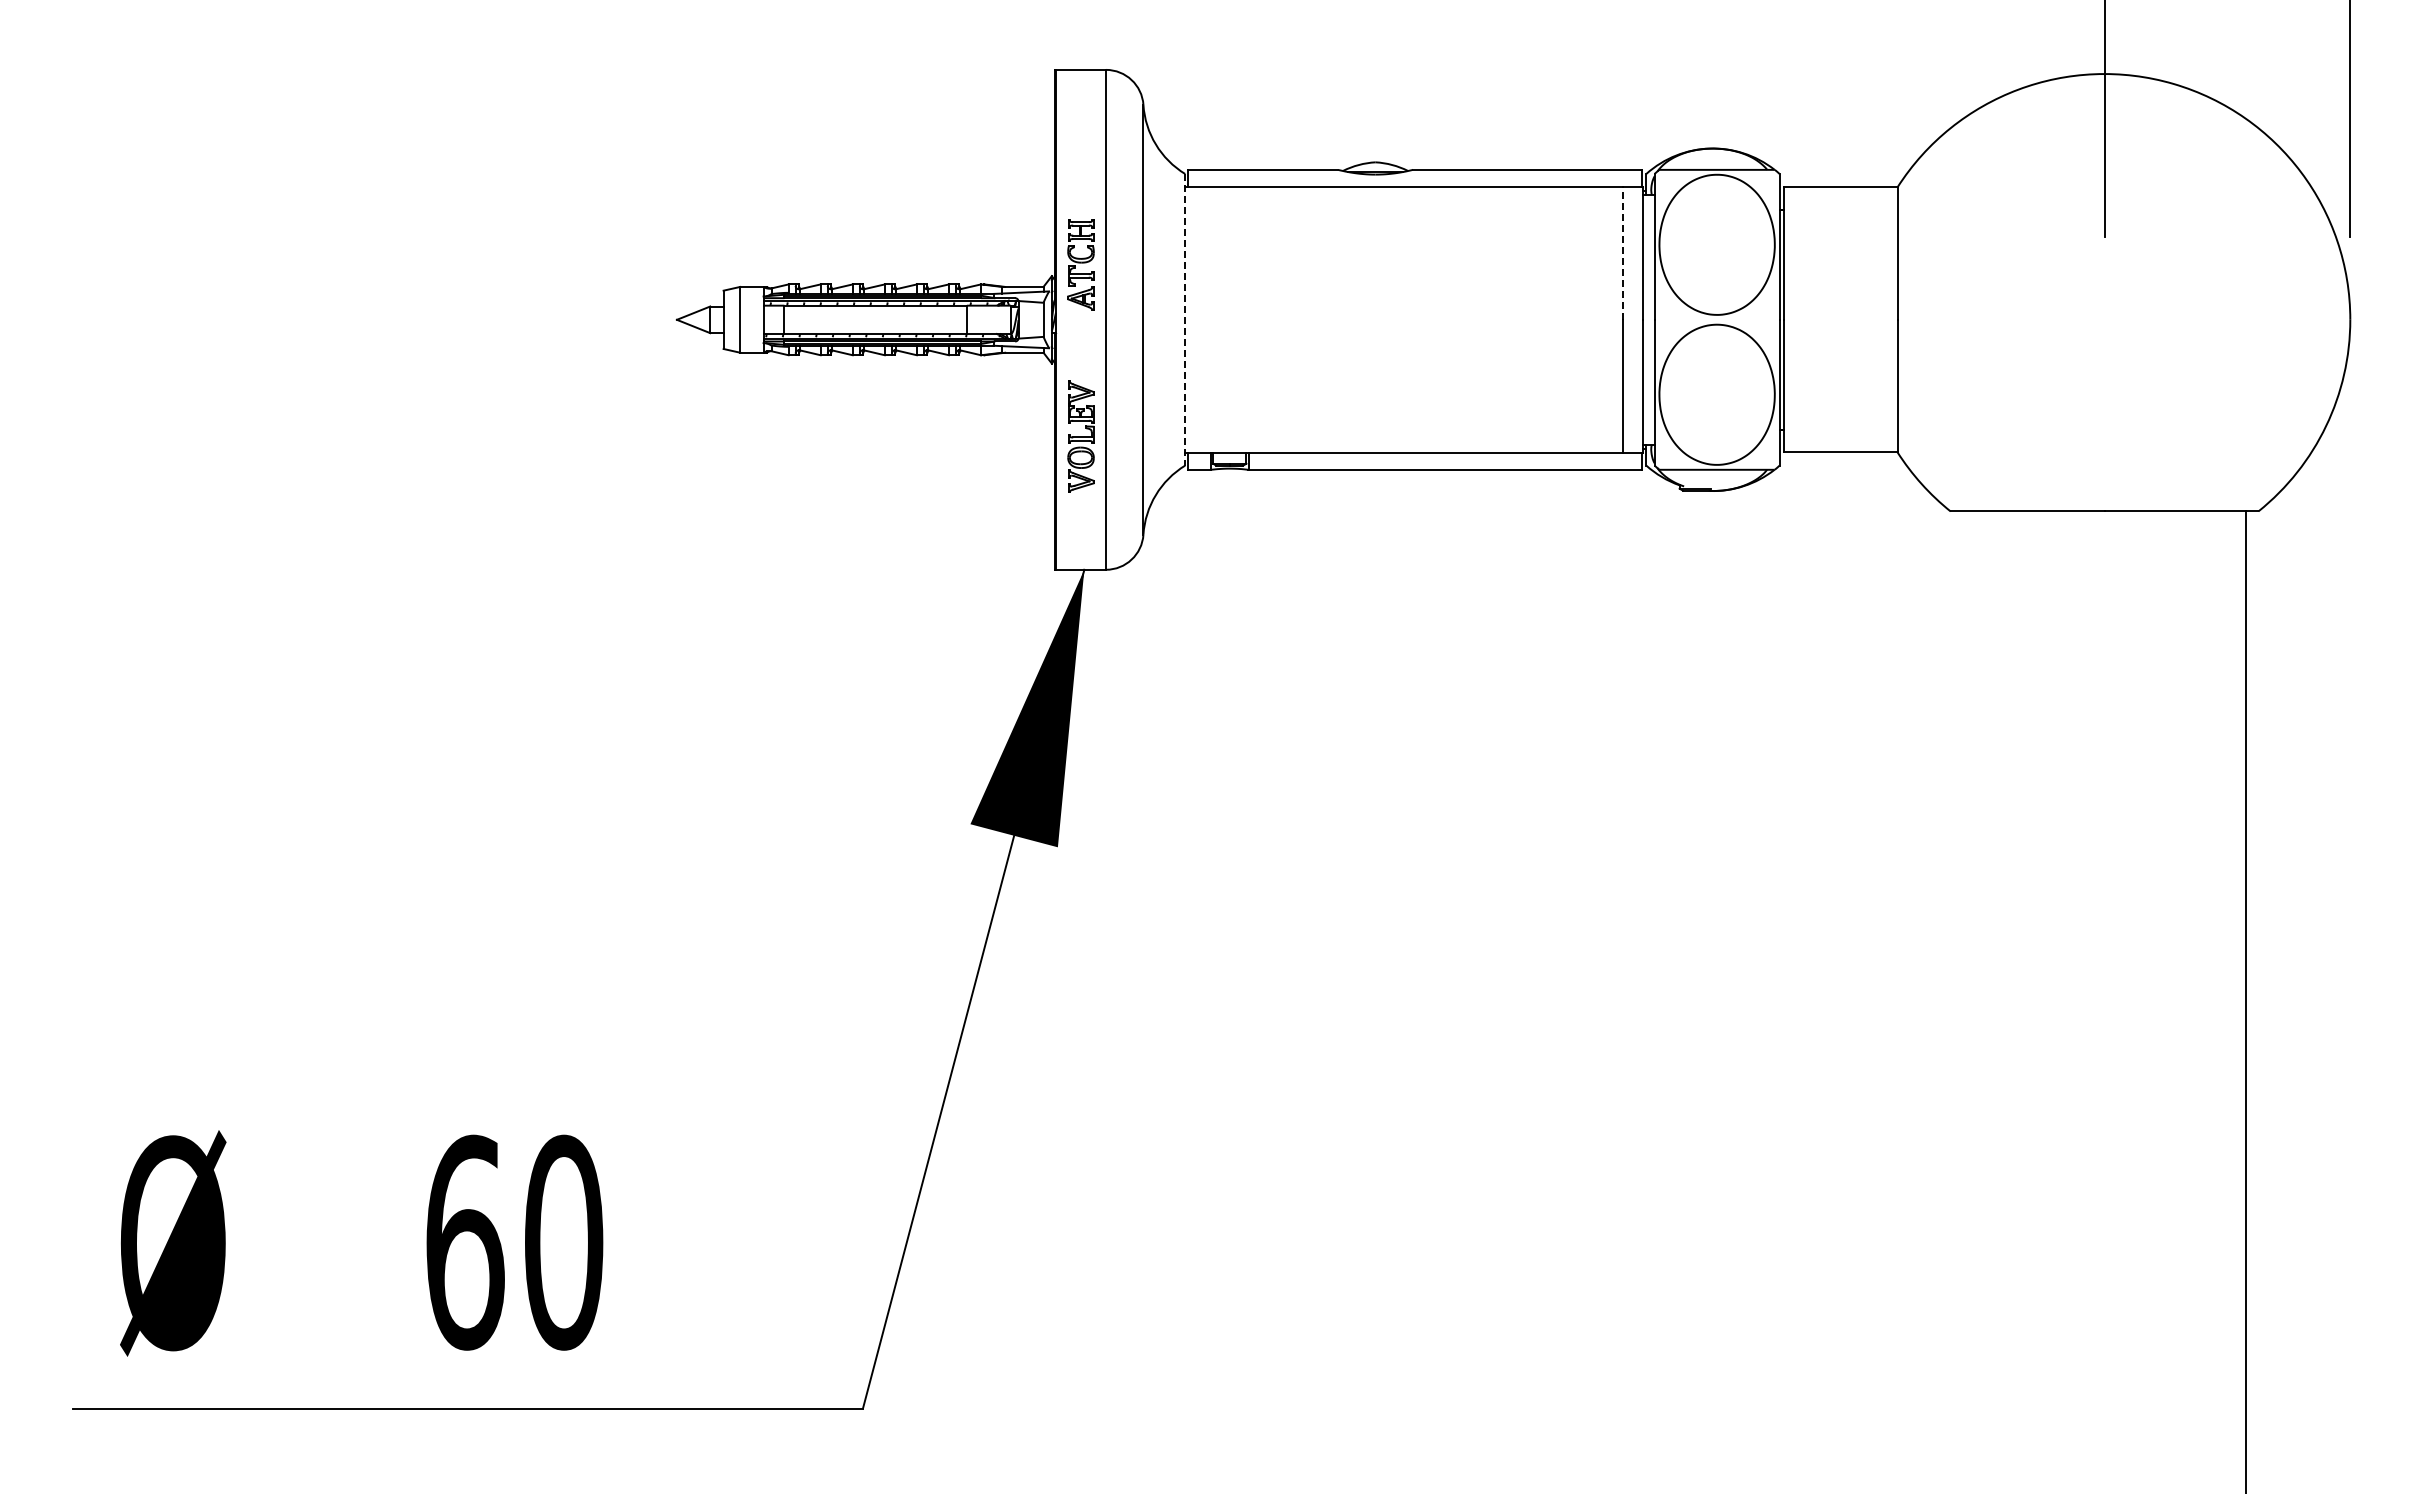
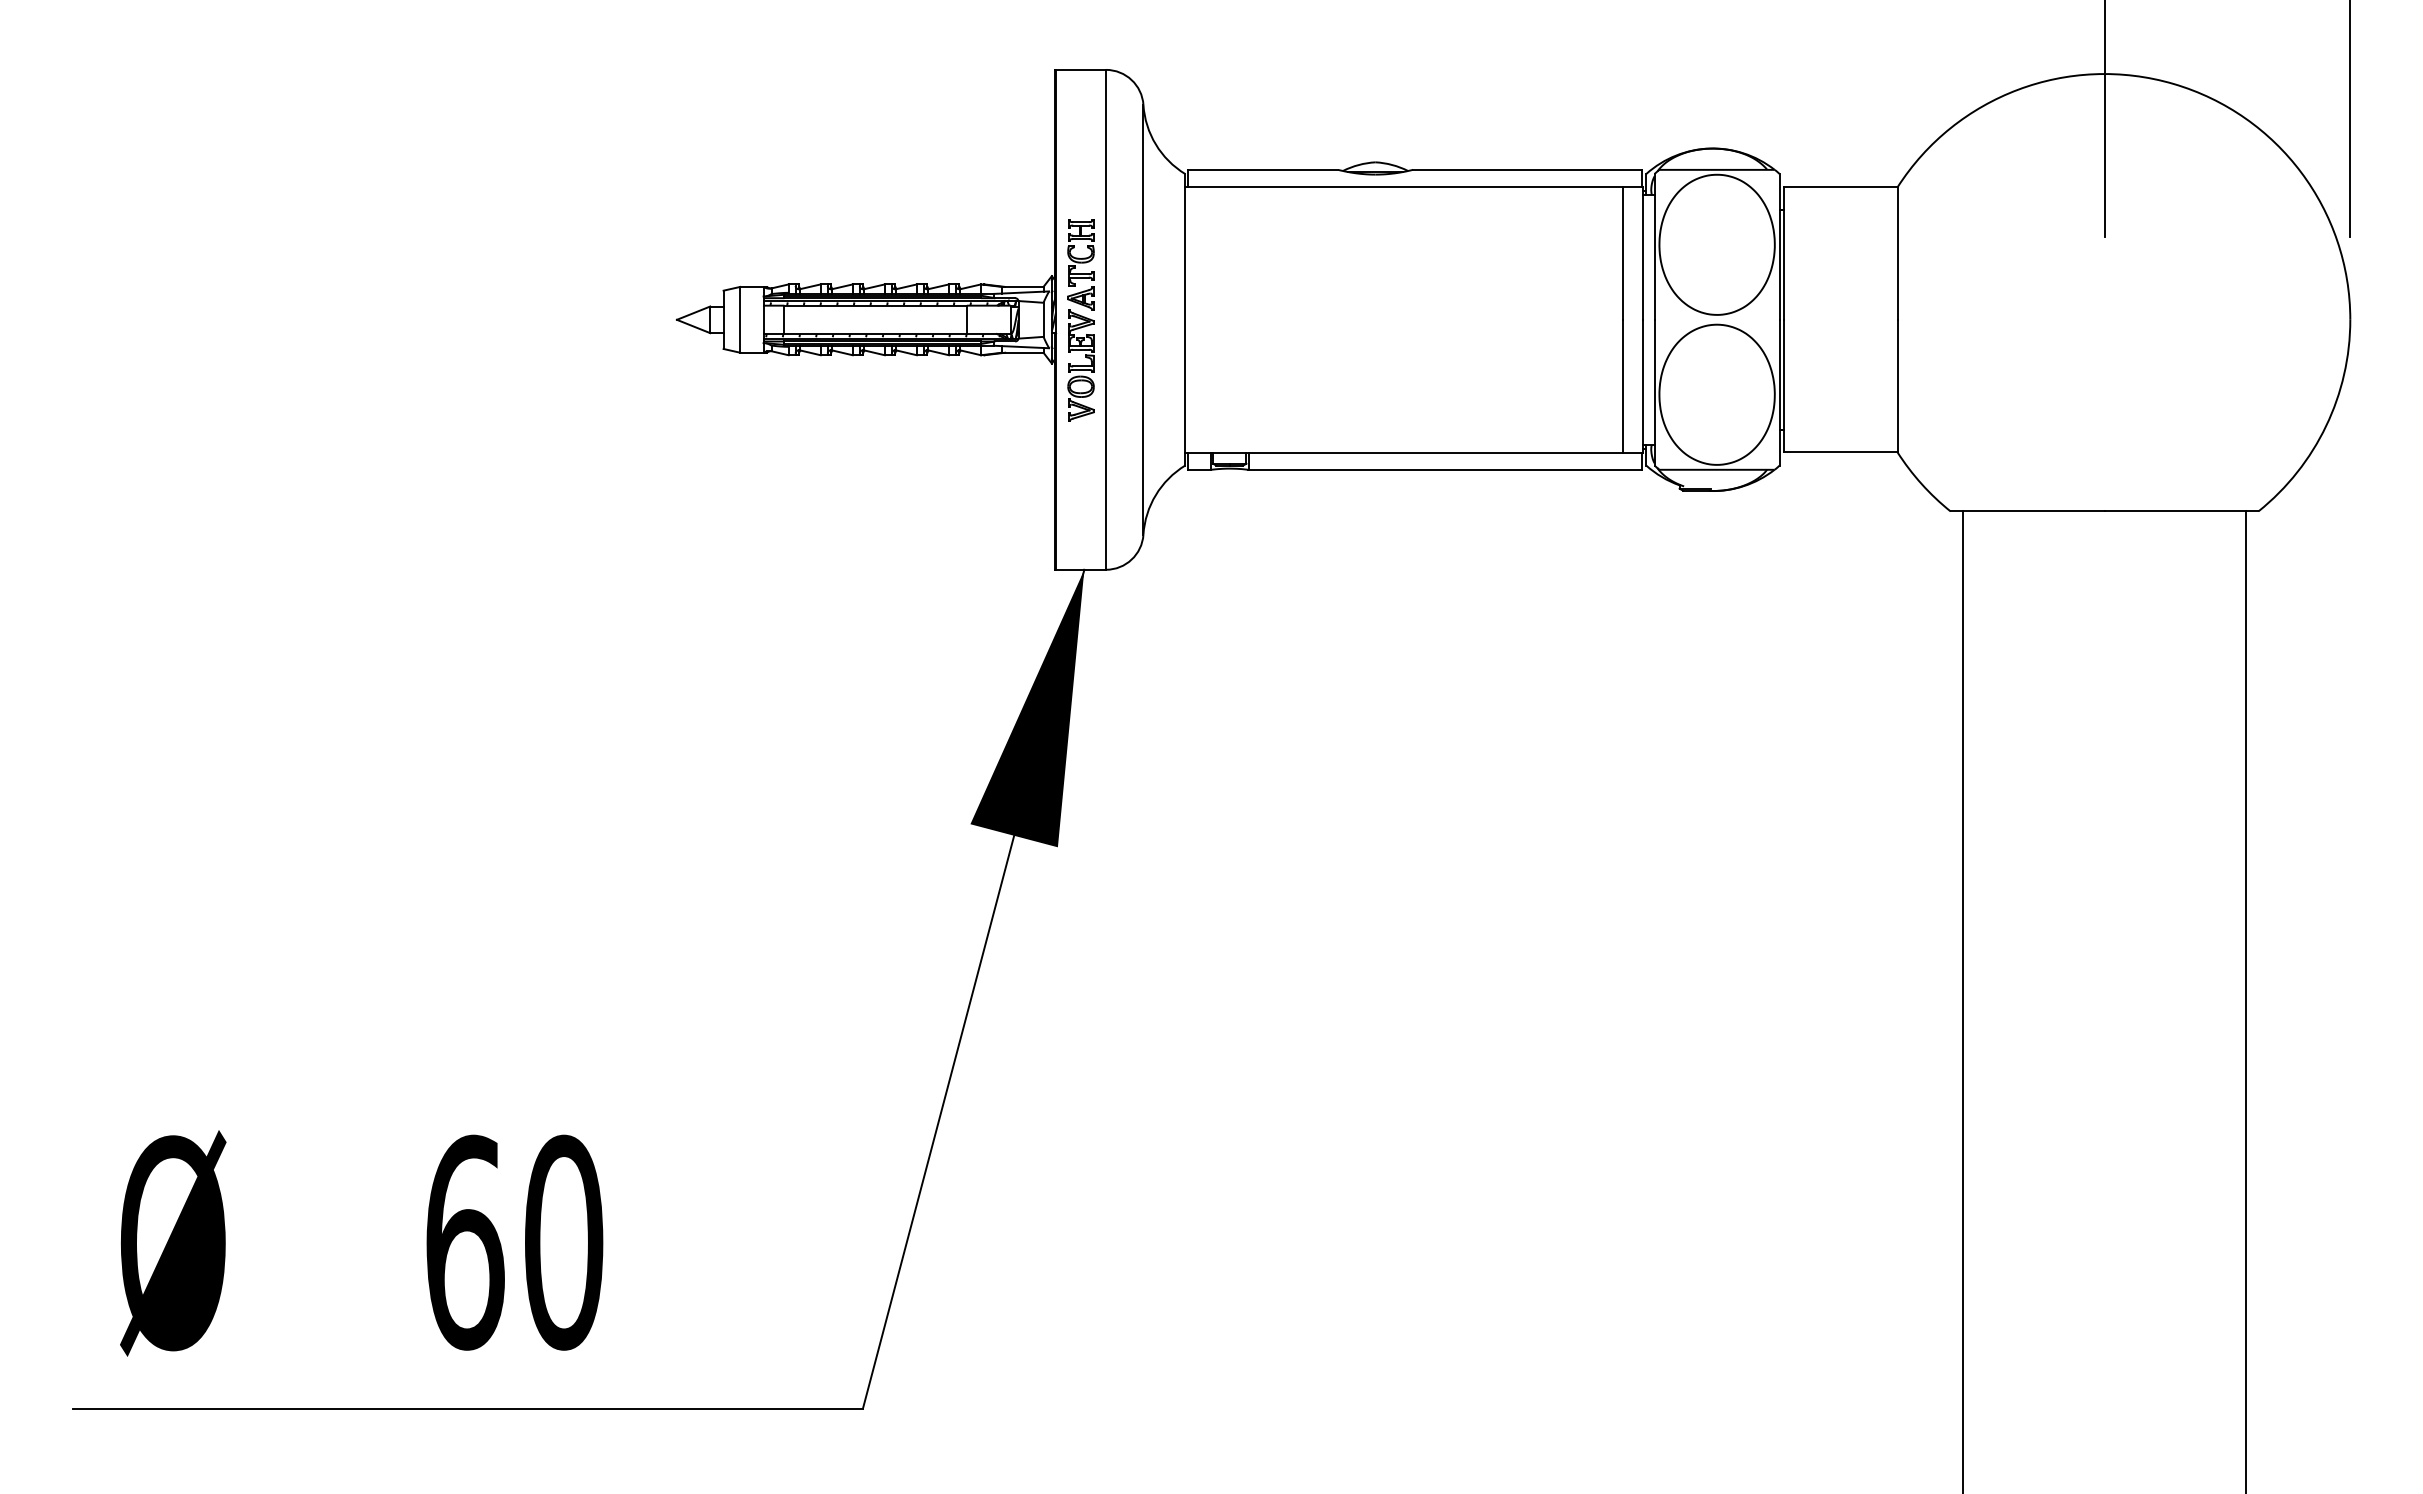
line at (1622, 253): dashed -> solid
line at (1185, 319): dashed -> solid
part at (1080, 436) position: (1080, 436) -> (1080, 365)
line at (1962, 1000): none -> present
